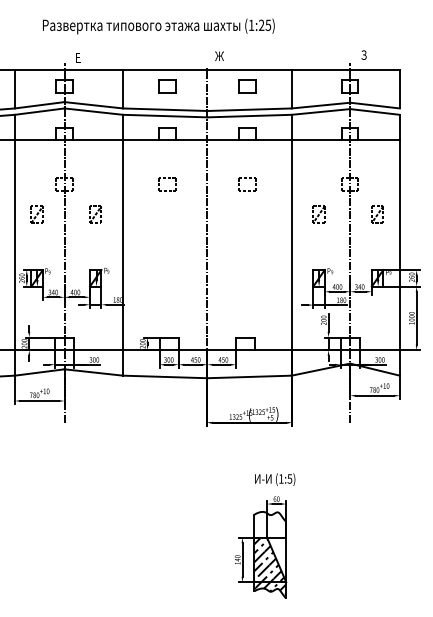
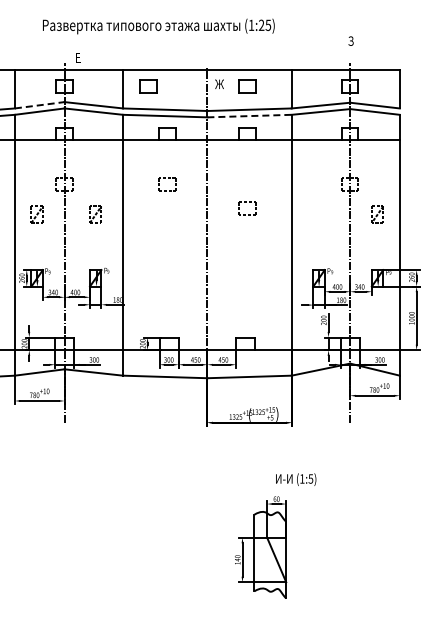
text at (363, 54) position: (363, 54) -> (350, 40)
text at (219, 55) position: (219, 55) -> (219, 83)
part at (167, 86) position: (167, 86) -> (148, 86)
line at (40, 105): solid -> dashed
line at (250, 116): solid -> dashed
part at (246, 178) position: (246, 178) -> (246, 202)
part at (318, 214): present -> none
text at (275, 479) position: (275, 479) -> (296, 479)
hatch at (270, 565): present -> none
